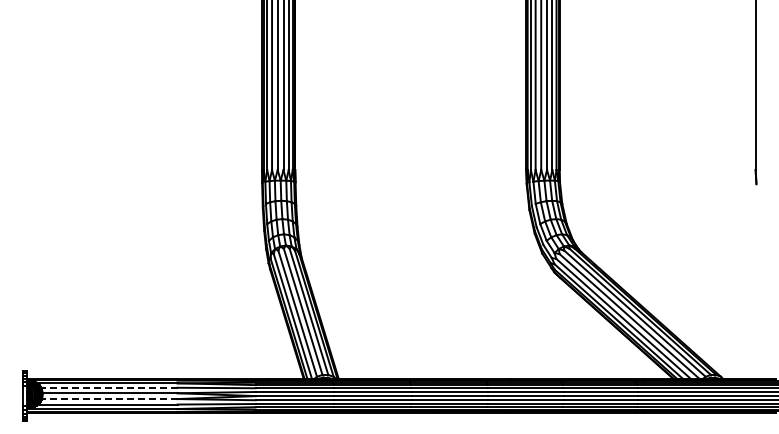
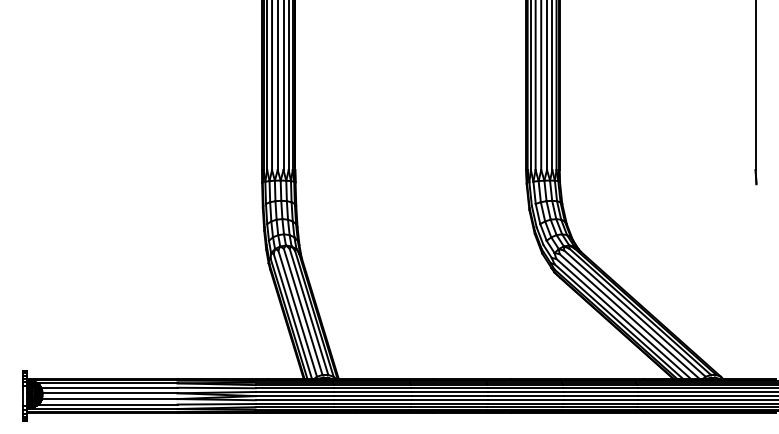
line at (108, 387): dashed -> solid
line at (109, 399): dashed -> solid
